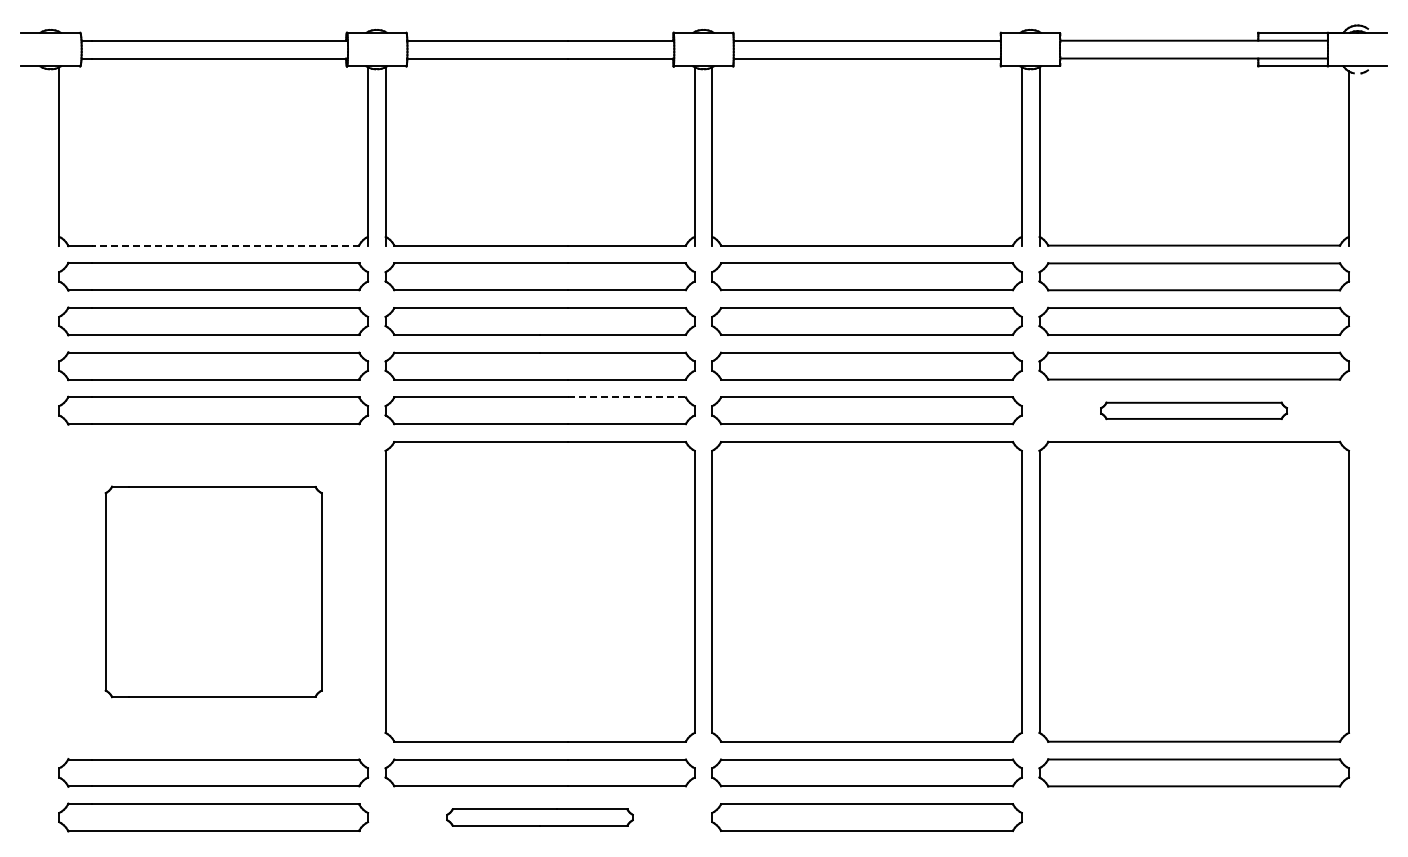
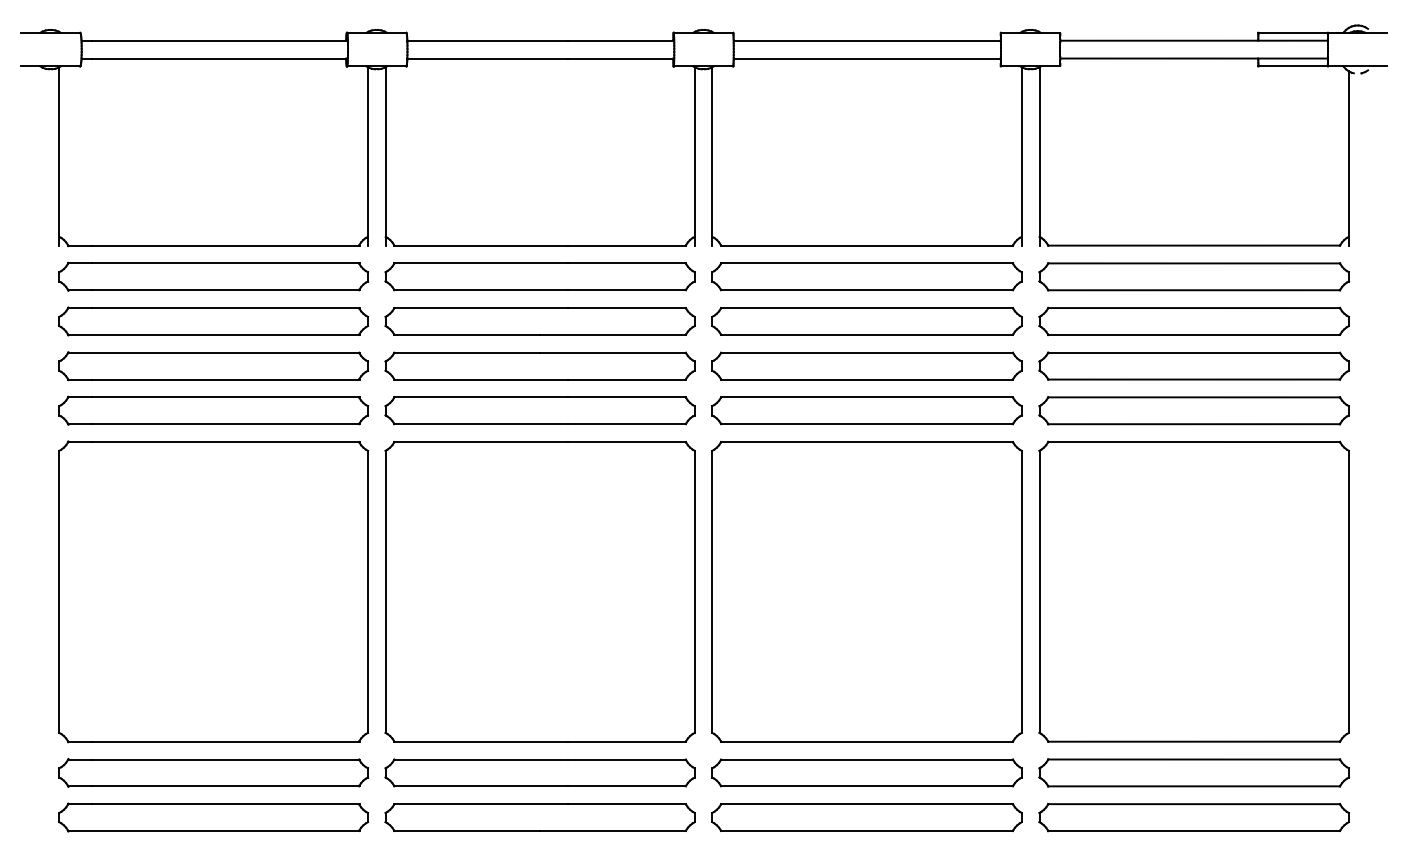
line at (225, 245): dashed -> solid
line at (627, 397): dashed -> solid
part at (1193, 410) size: 188x20 px -> 312x30 px
part at (213, 591) size: 219x214 px -> 312x304 px
part at (539, 817) size: 188x19 px -> 312x29 px
part at (1193, 817): none -> present
